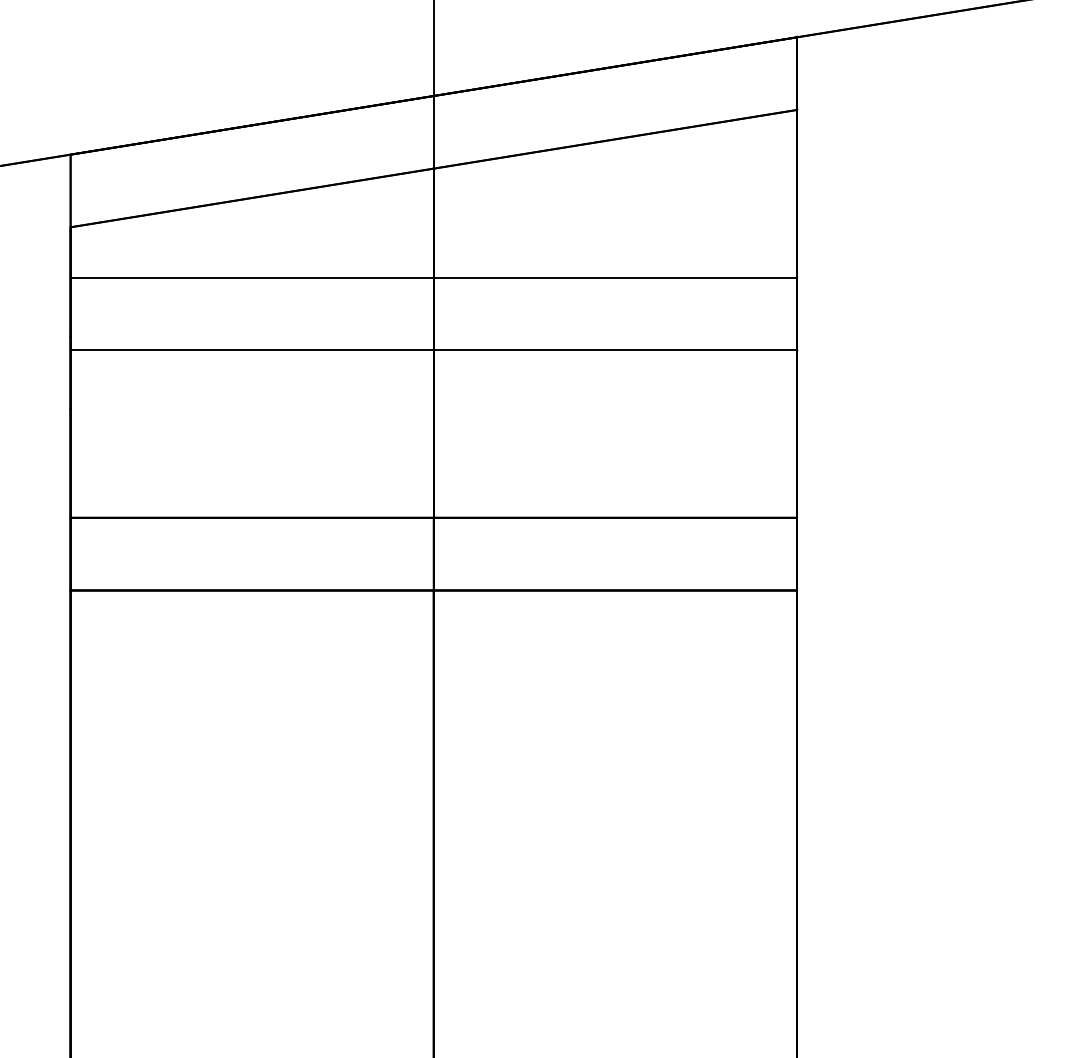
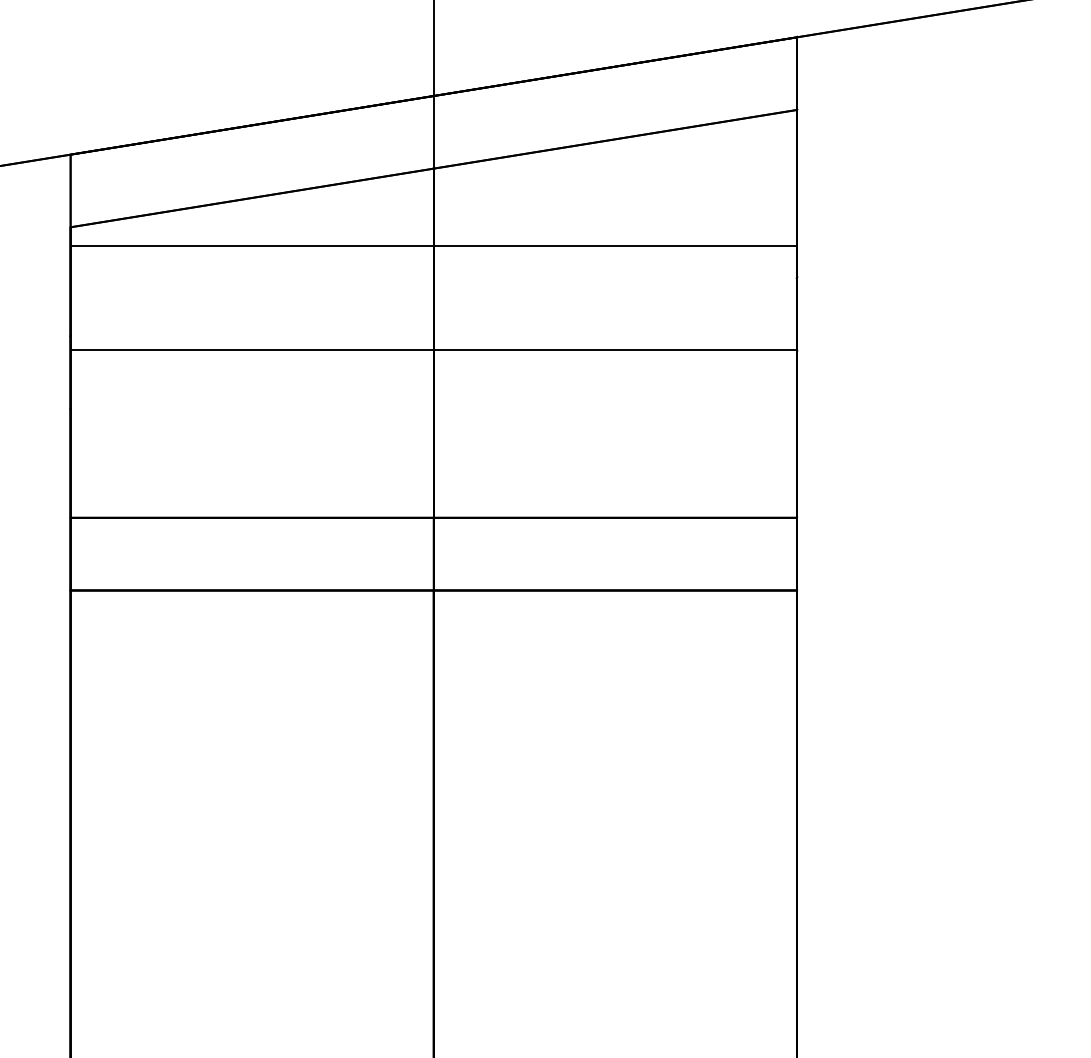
line at (433, 277) position: (433, 277) -> (433, 245)
